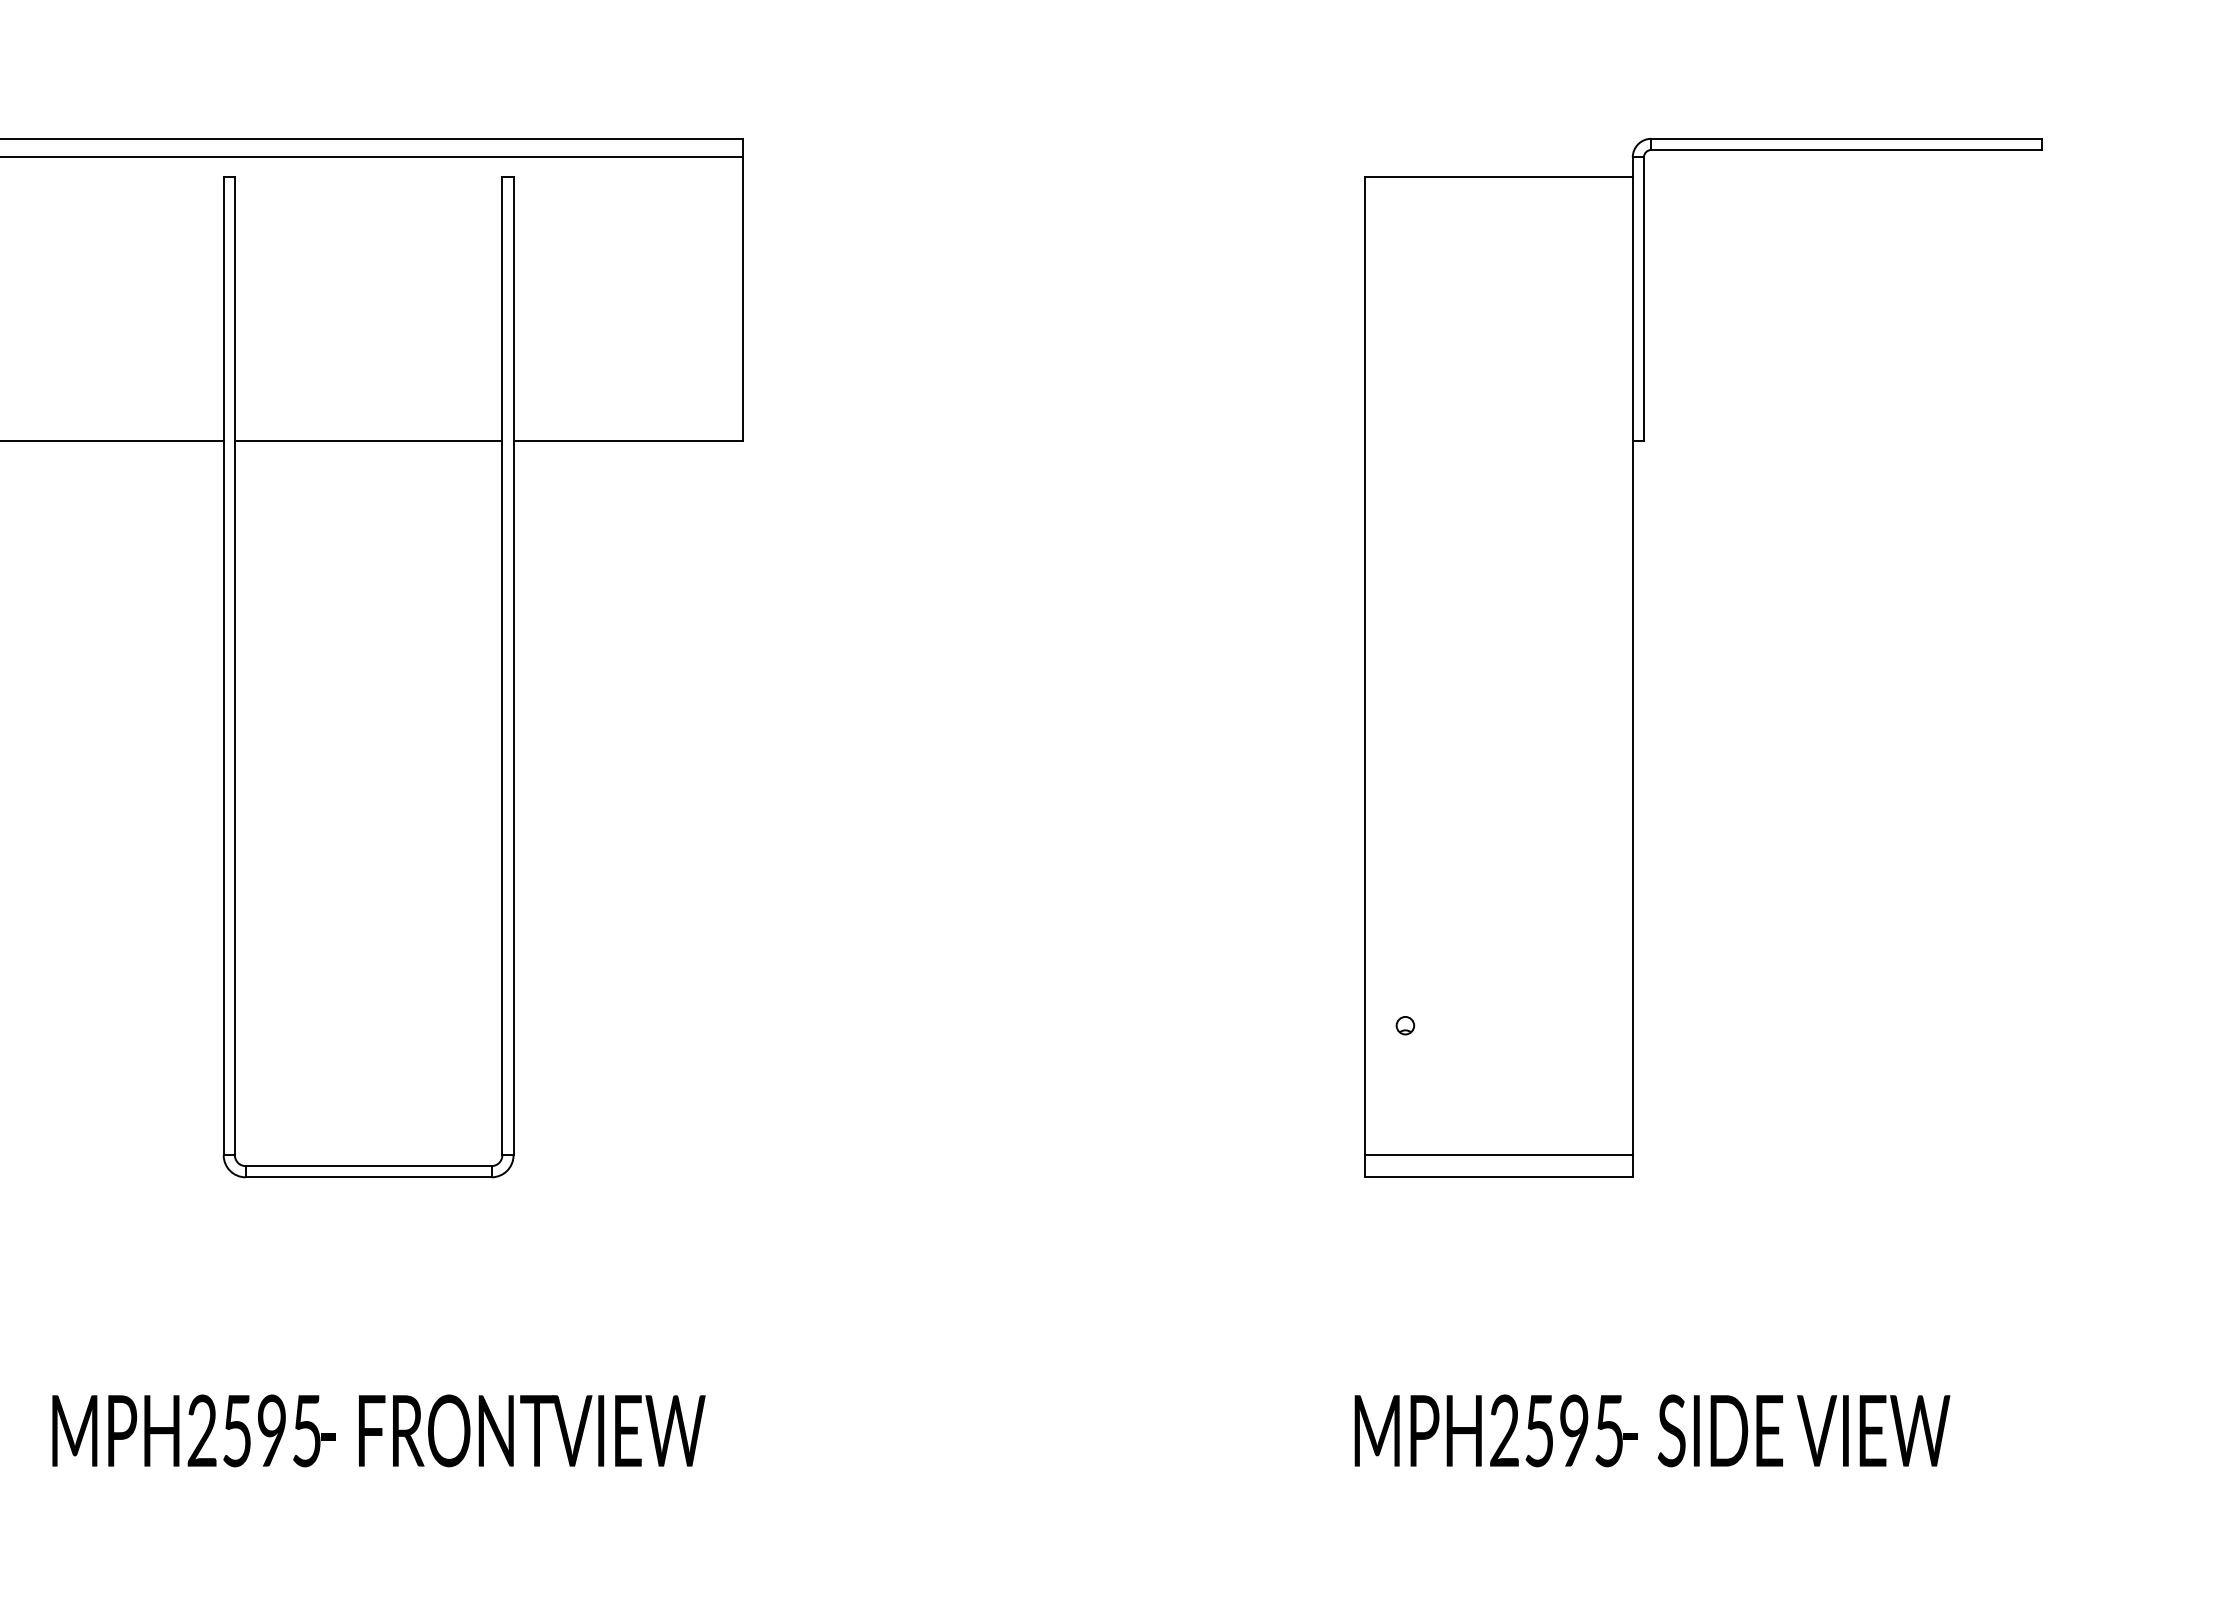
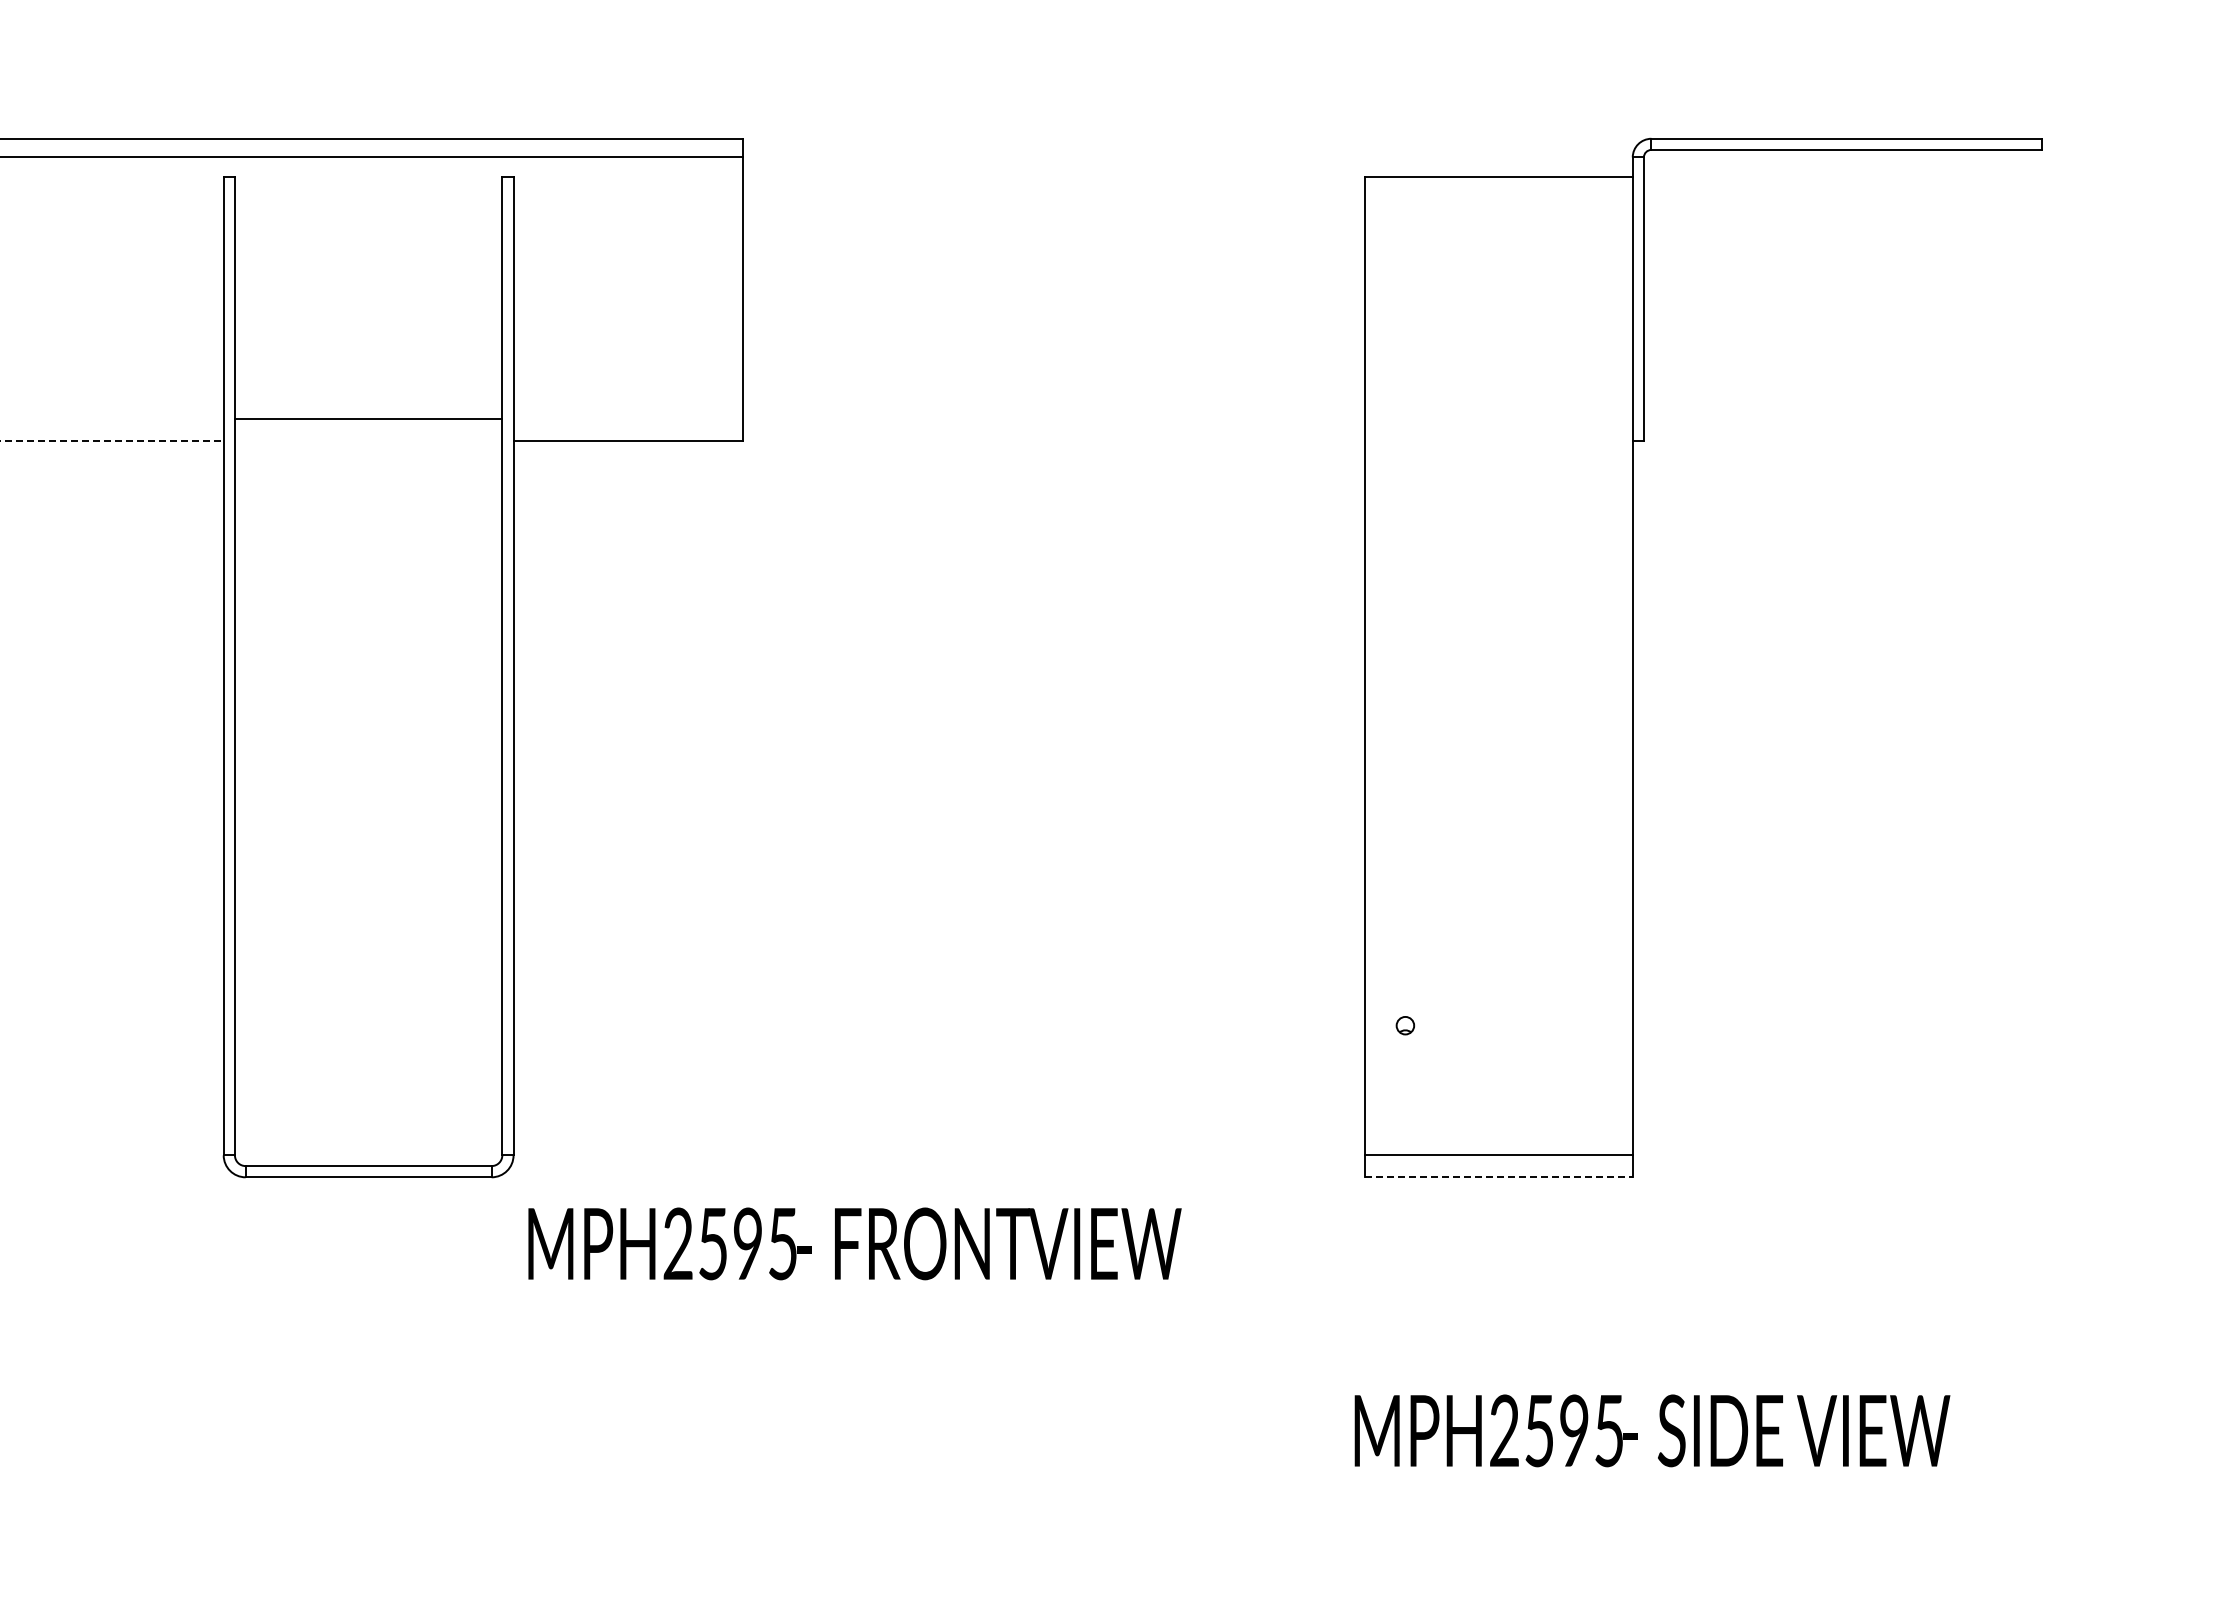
line at (111, 441): solid -> dashed
line at (368, 441) position: (368, 441) -> (368, 419)
line at (1499, 1177): solid -> dashed
text at (378, 1430) position: (378, 1430) -> (854, 1243)
